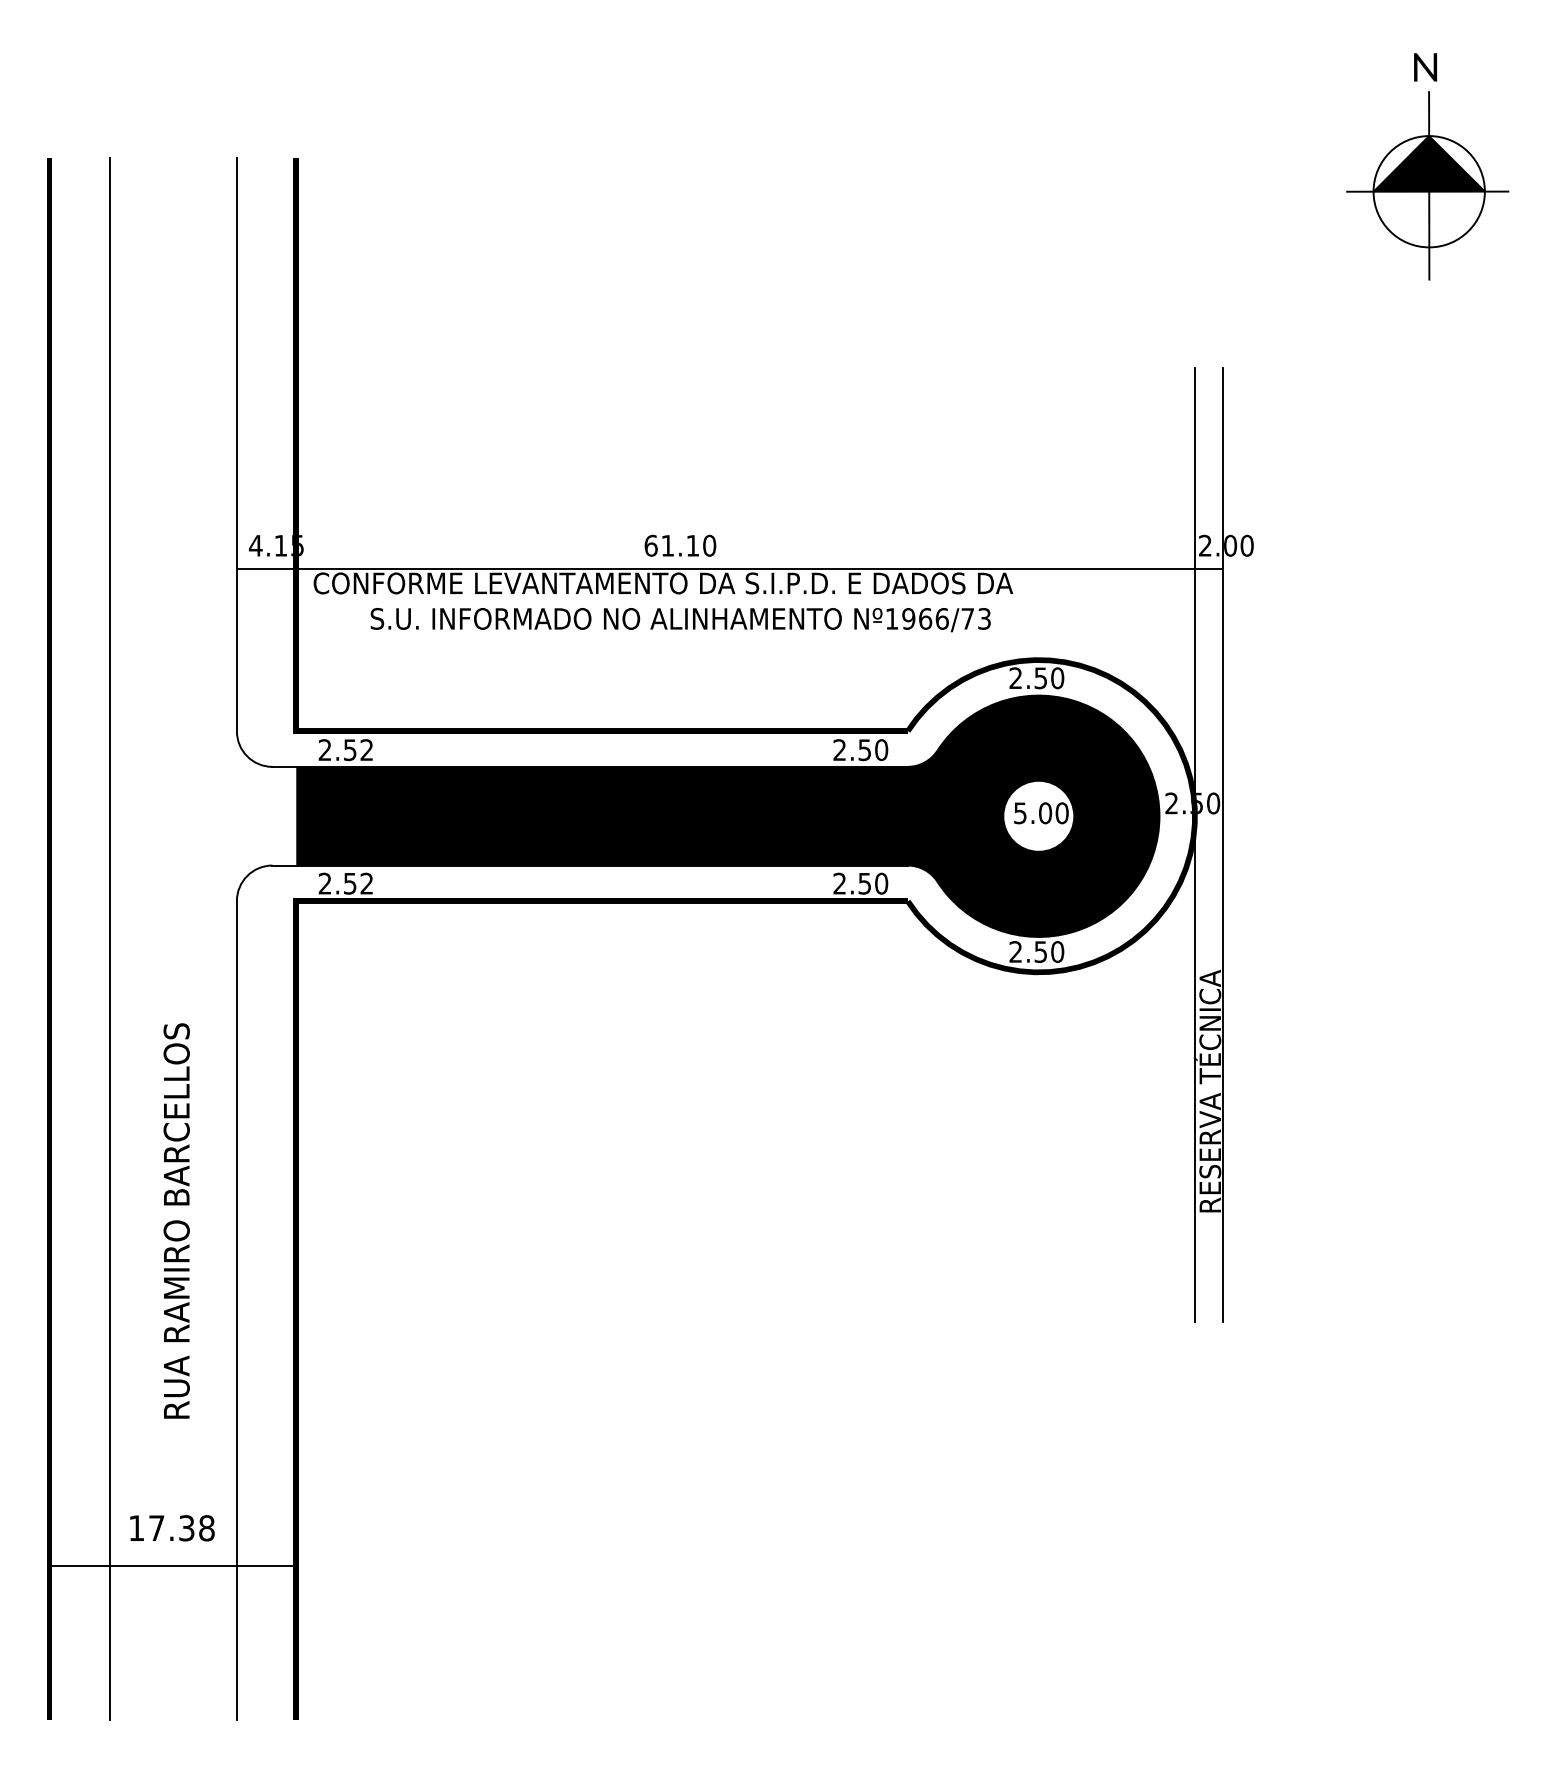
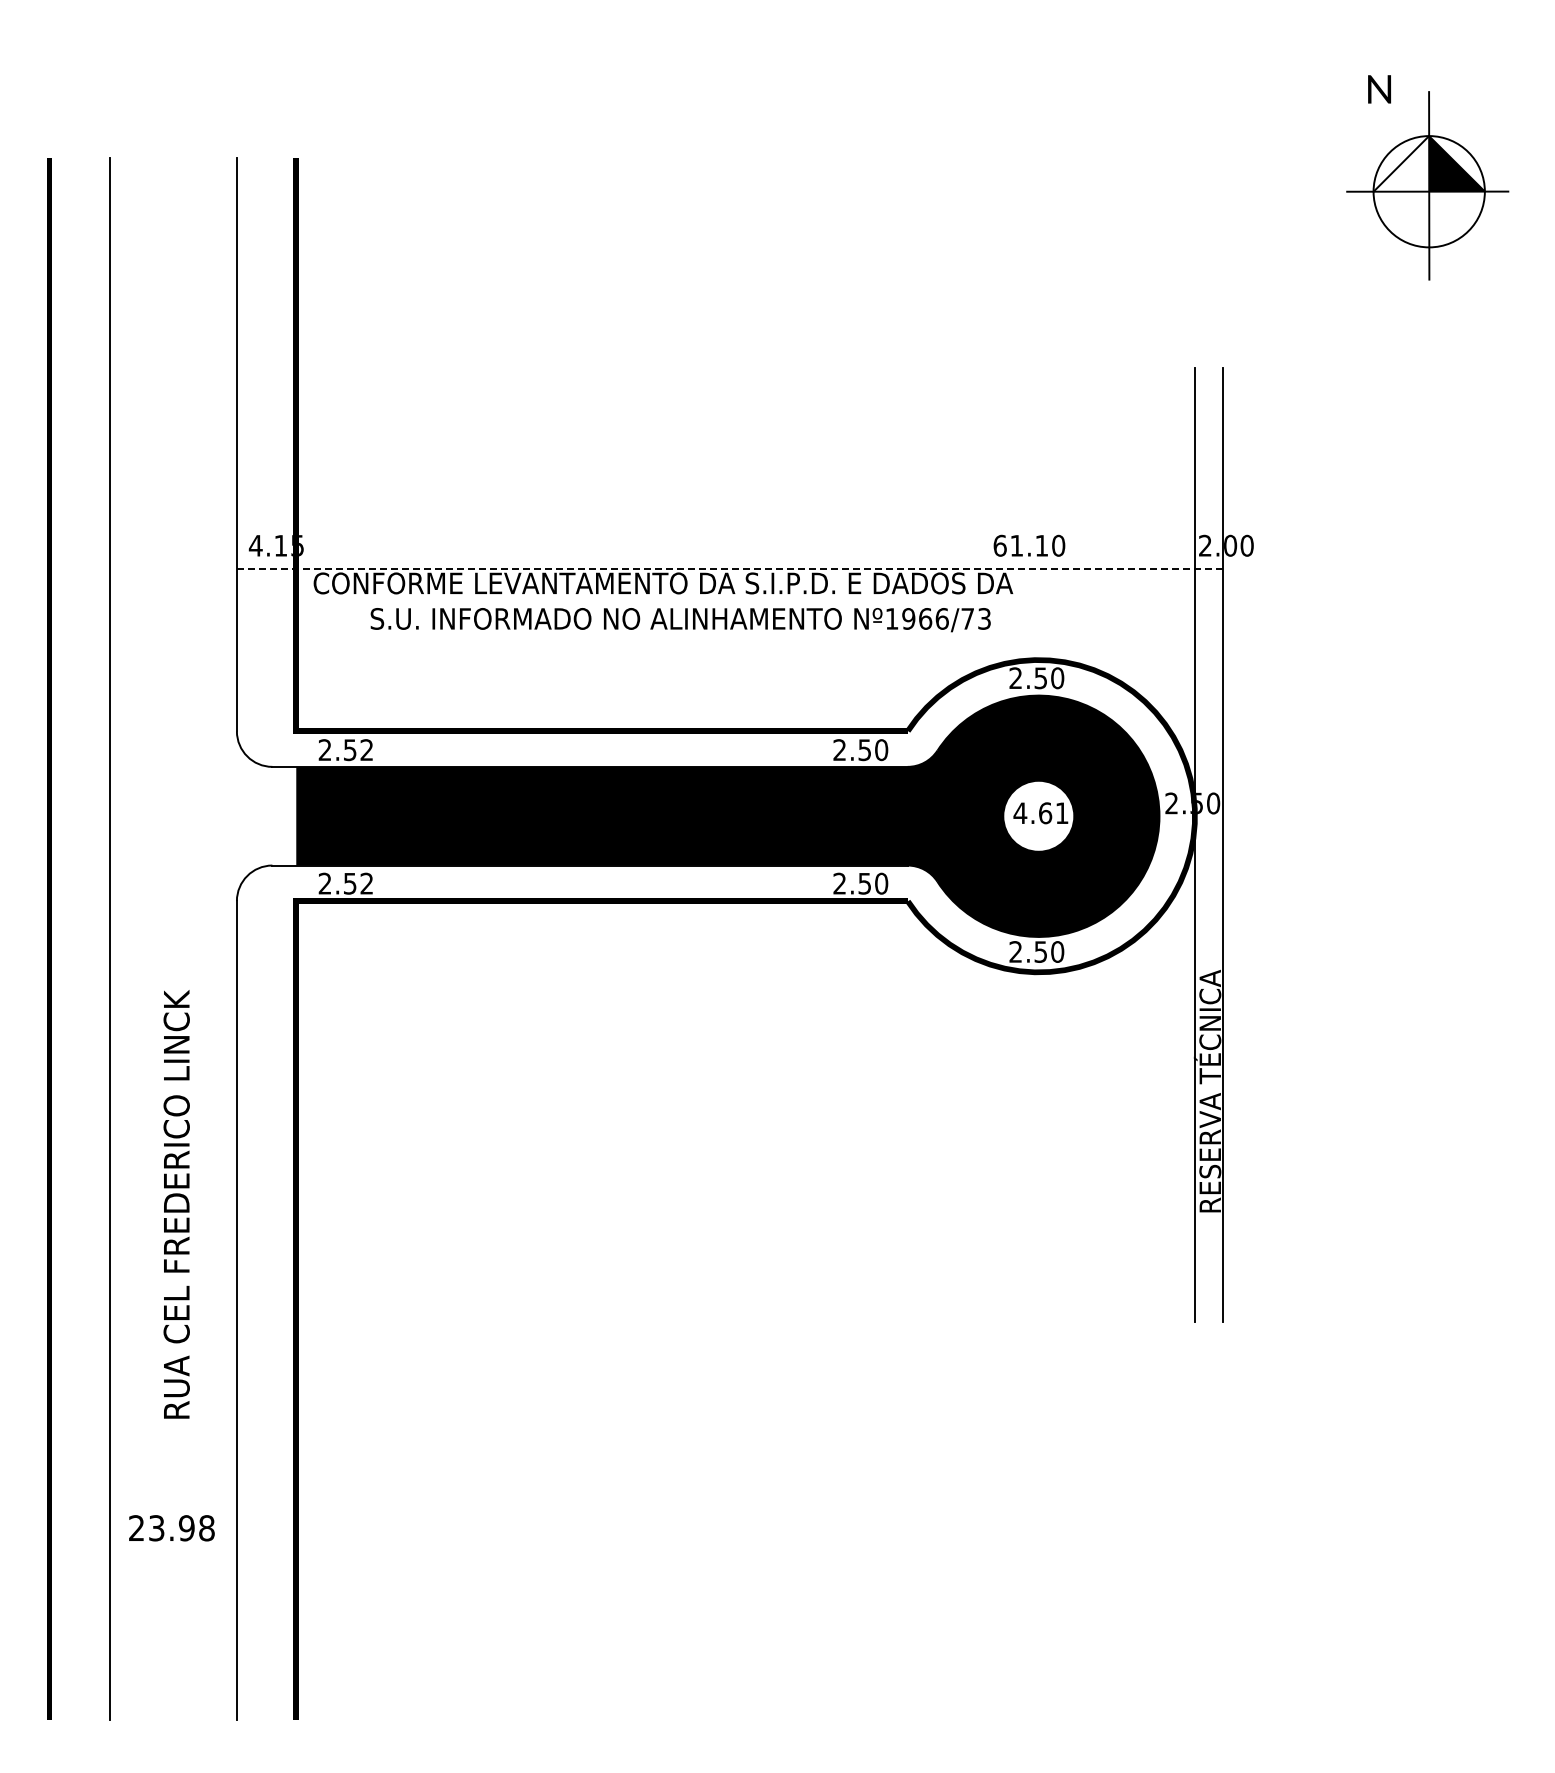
text at (1425, 67) position: (1425, 67) -> (1379, 89)
fill at (1401, 163): present -> none
text at (680, 545) position: (680, 545) -> (1029, 545)
line at (730, 568): solid -> dashed
text at (1040, 813): 5.00 -> 4.61
text at (176, 1166): RUA RAMIRO BARCELLOS -> RUA CEL FREDERICO LINCK
text at (161, 1528): 17.38 -> 23.98
line at (172, 1566): present -> none
